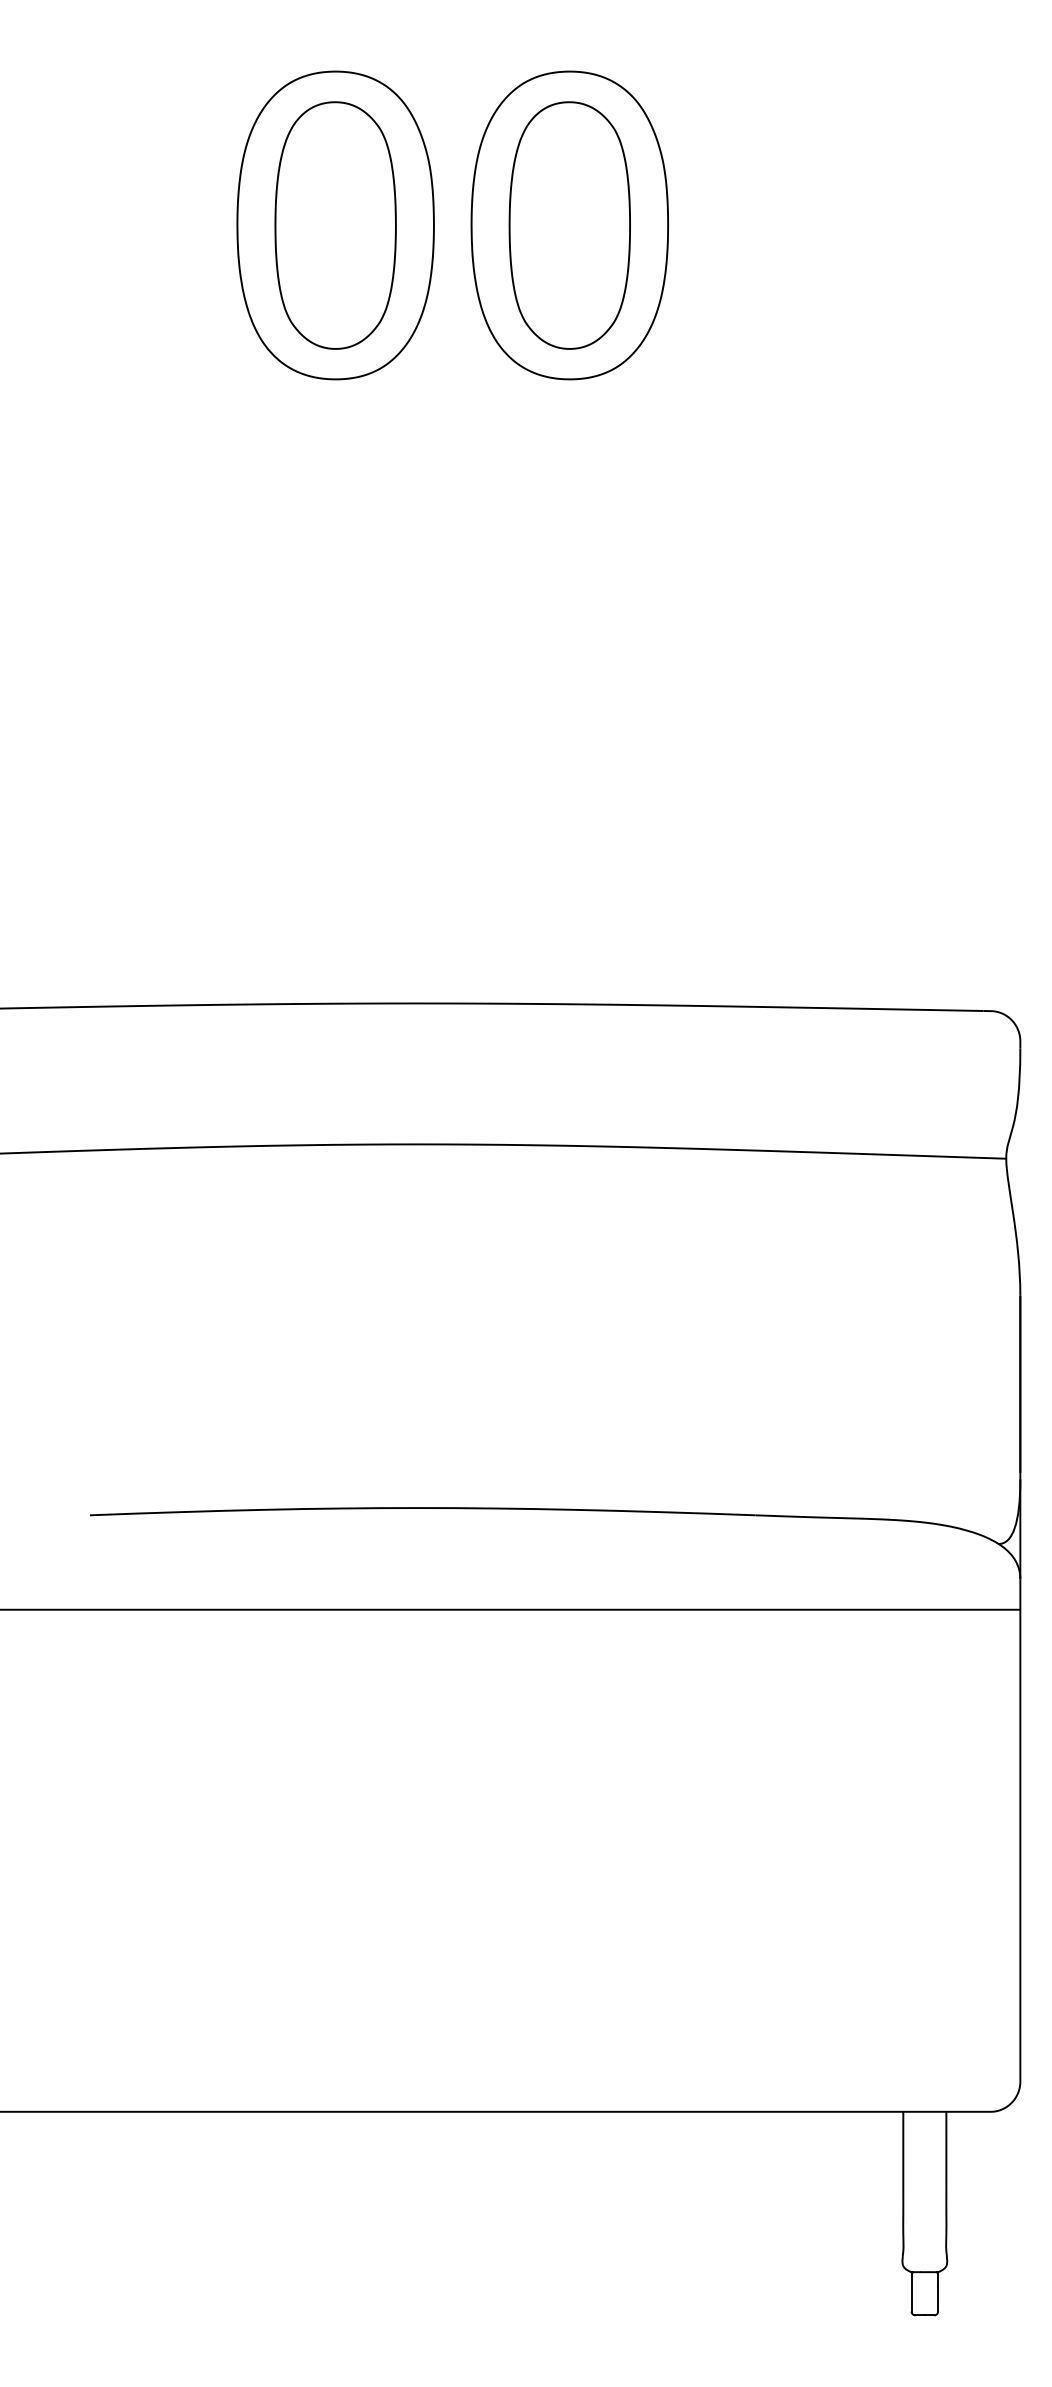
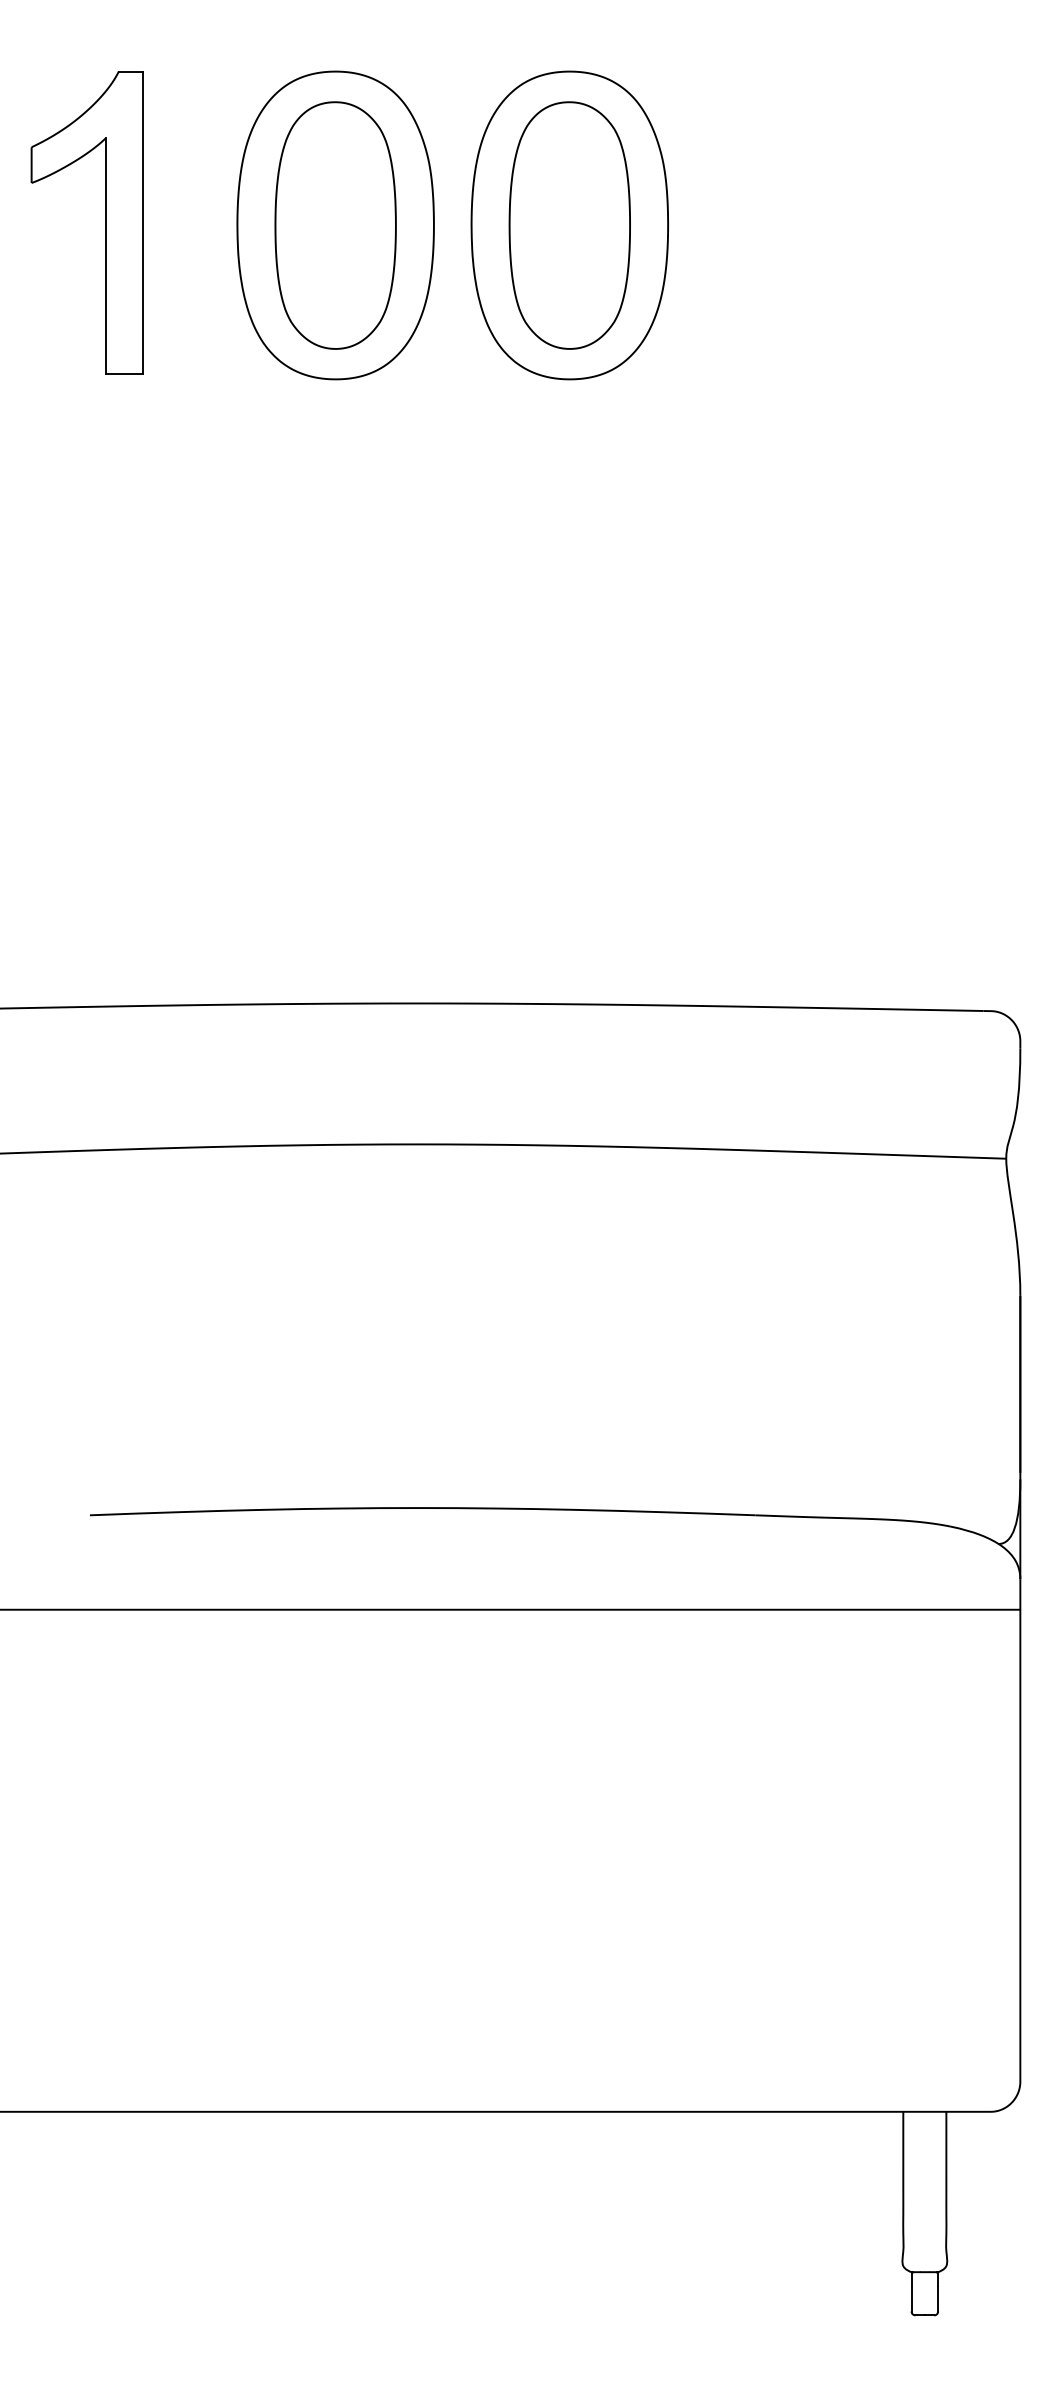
part at (105, 222): none -> present
